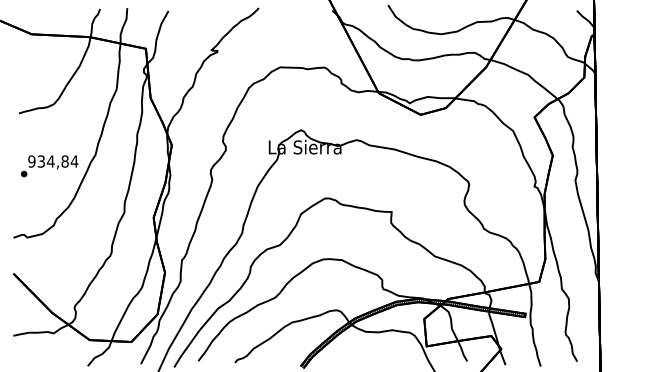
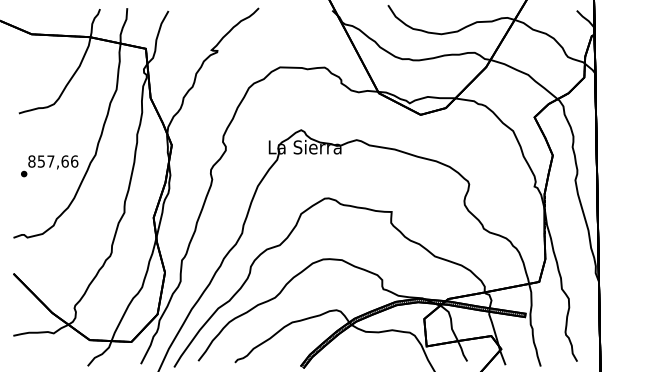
text at (53, 161): 934,84 -> 857,66
